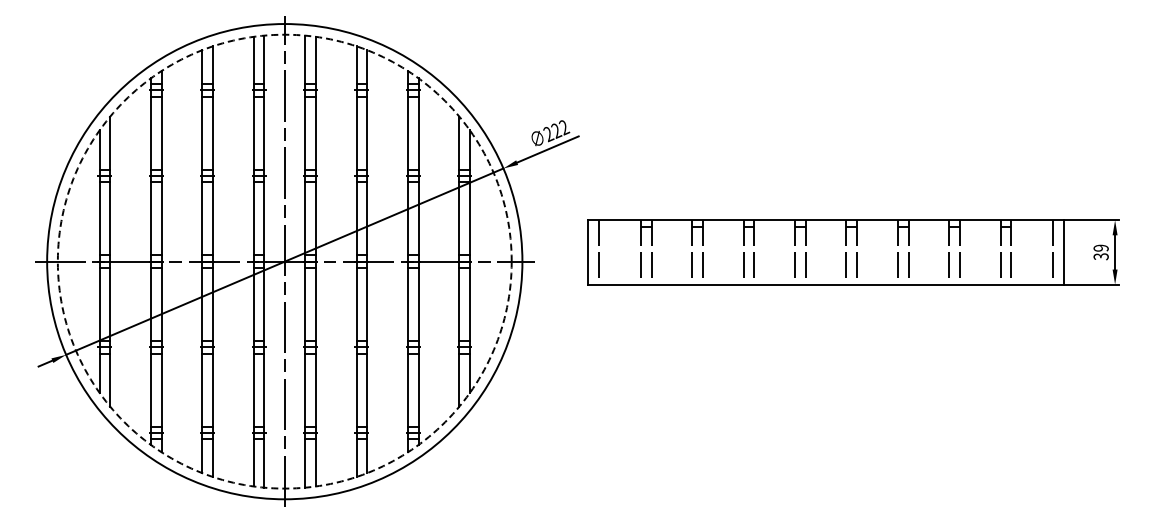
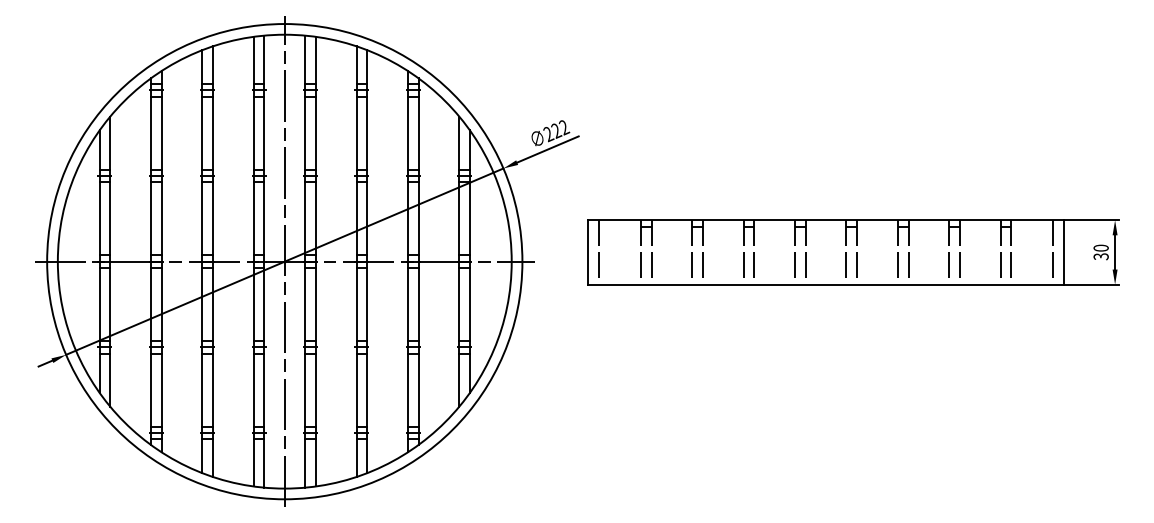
text at (1100, 247): 39 -> 30
circle at (284, 261): dashed -> solid
